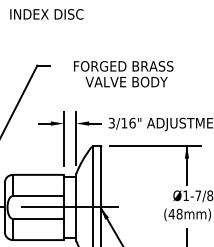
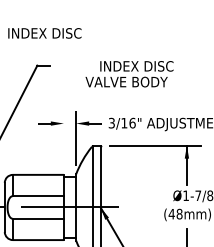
text at (46, 14) position: (46, 14) -> (44, 33)
text at (123, 66): FORGED BRASS -> INDEX DISC
line at (63, 138): present -> none
